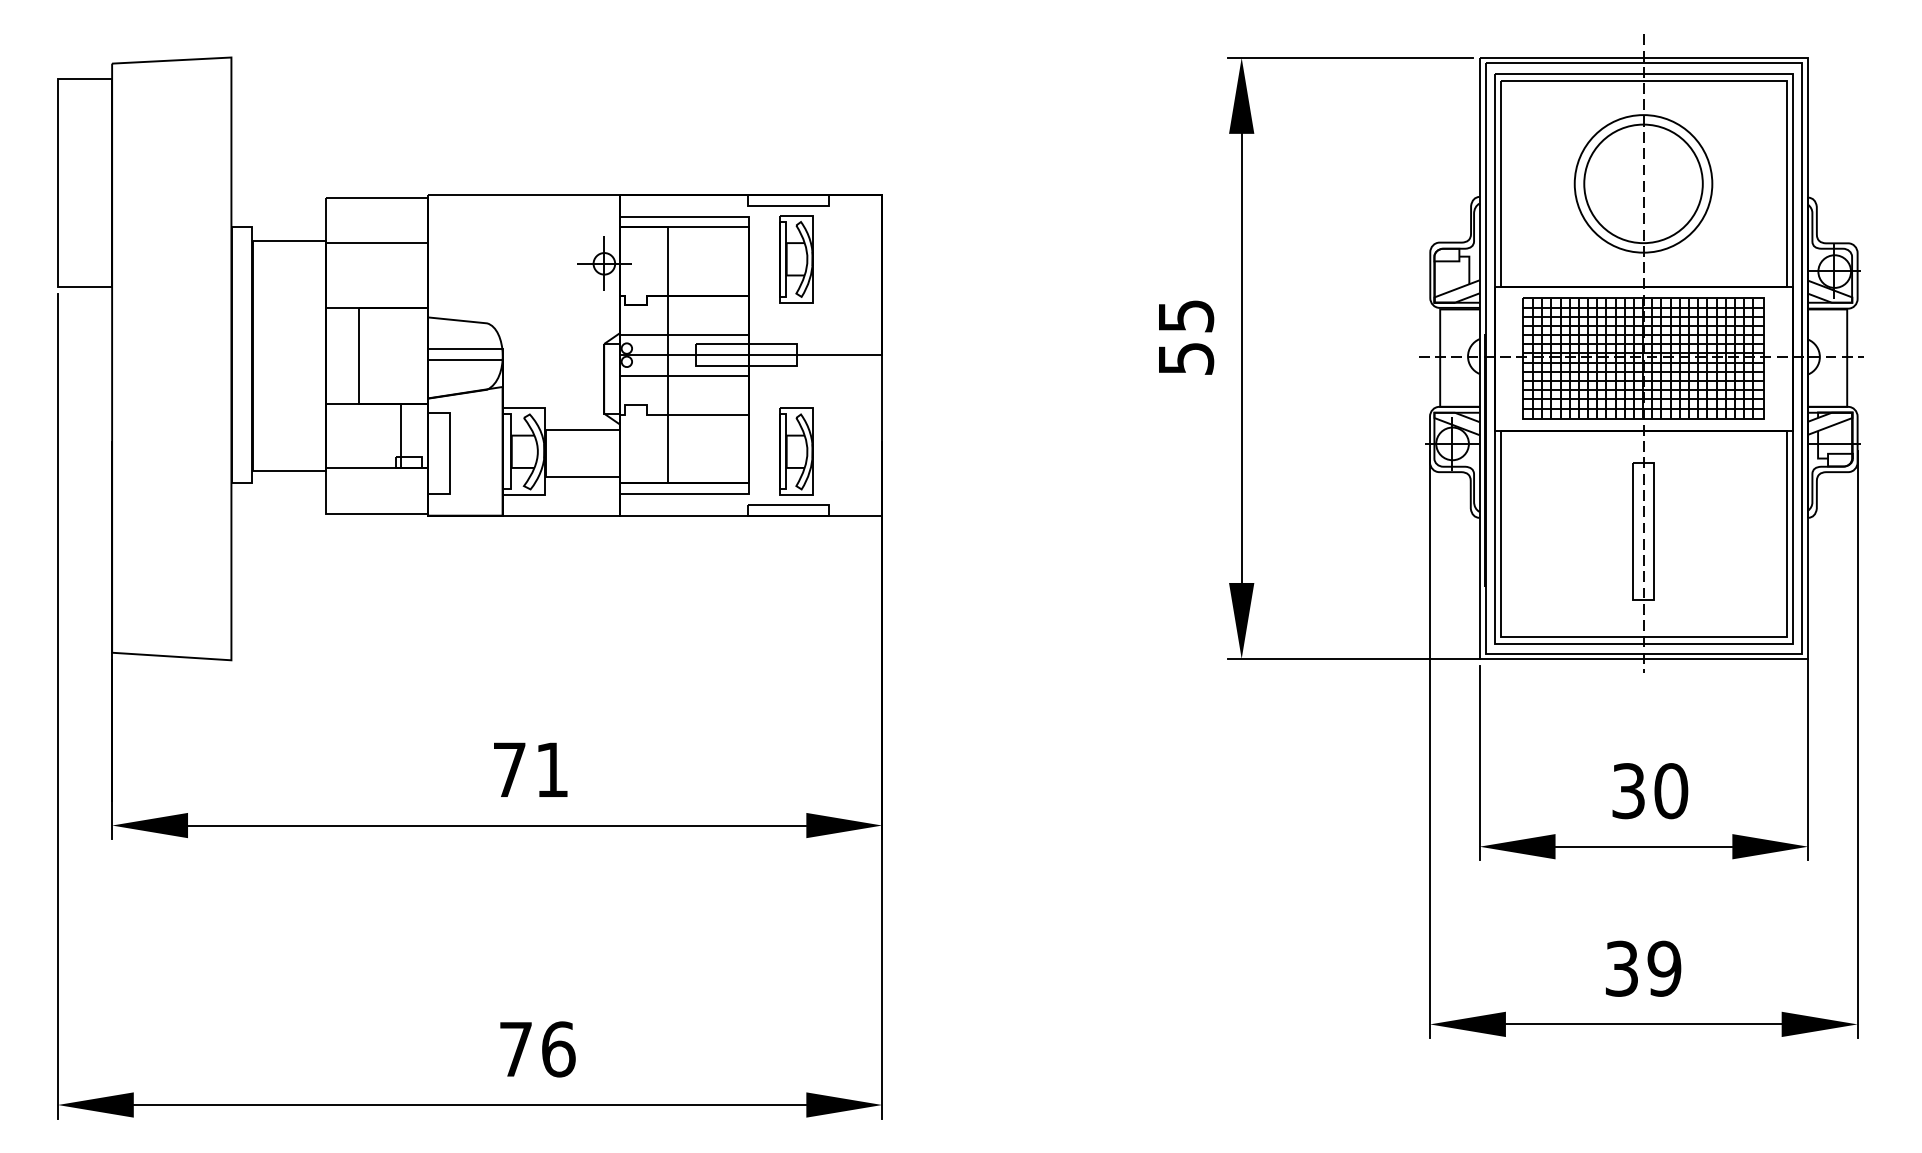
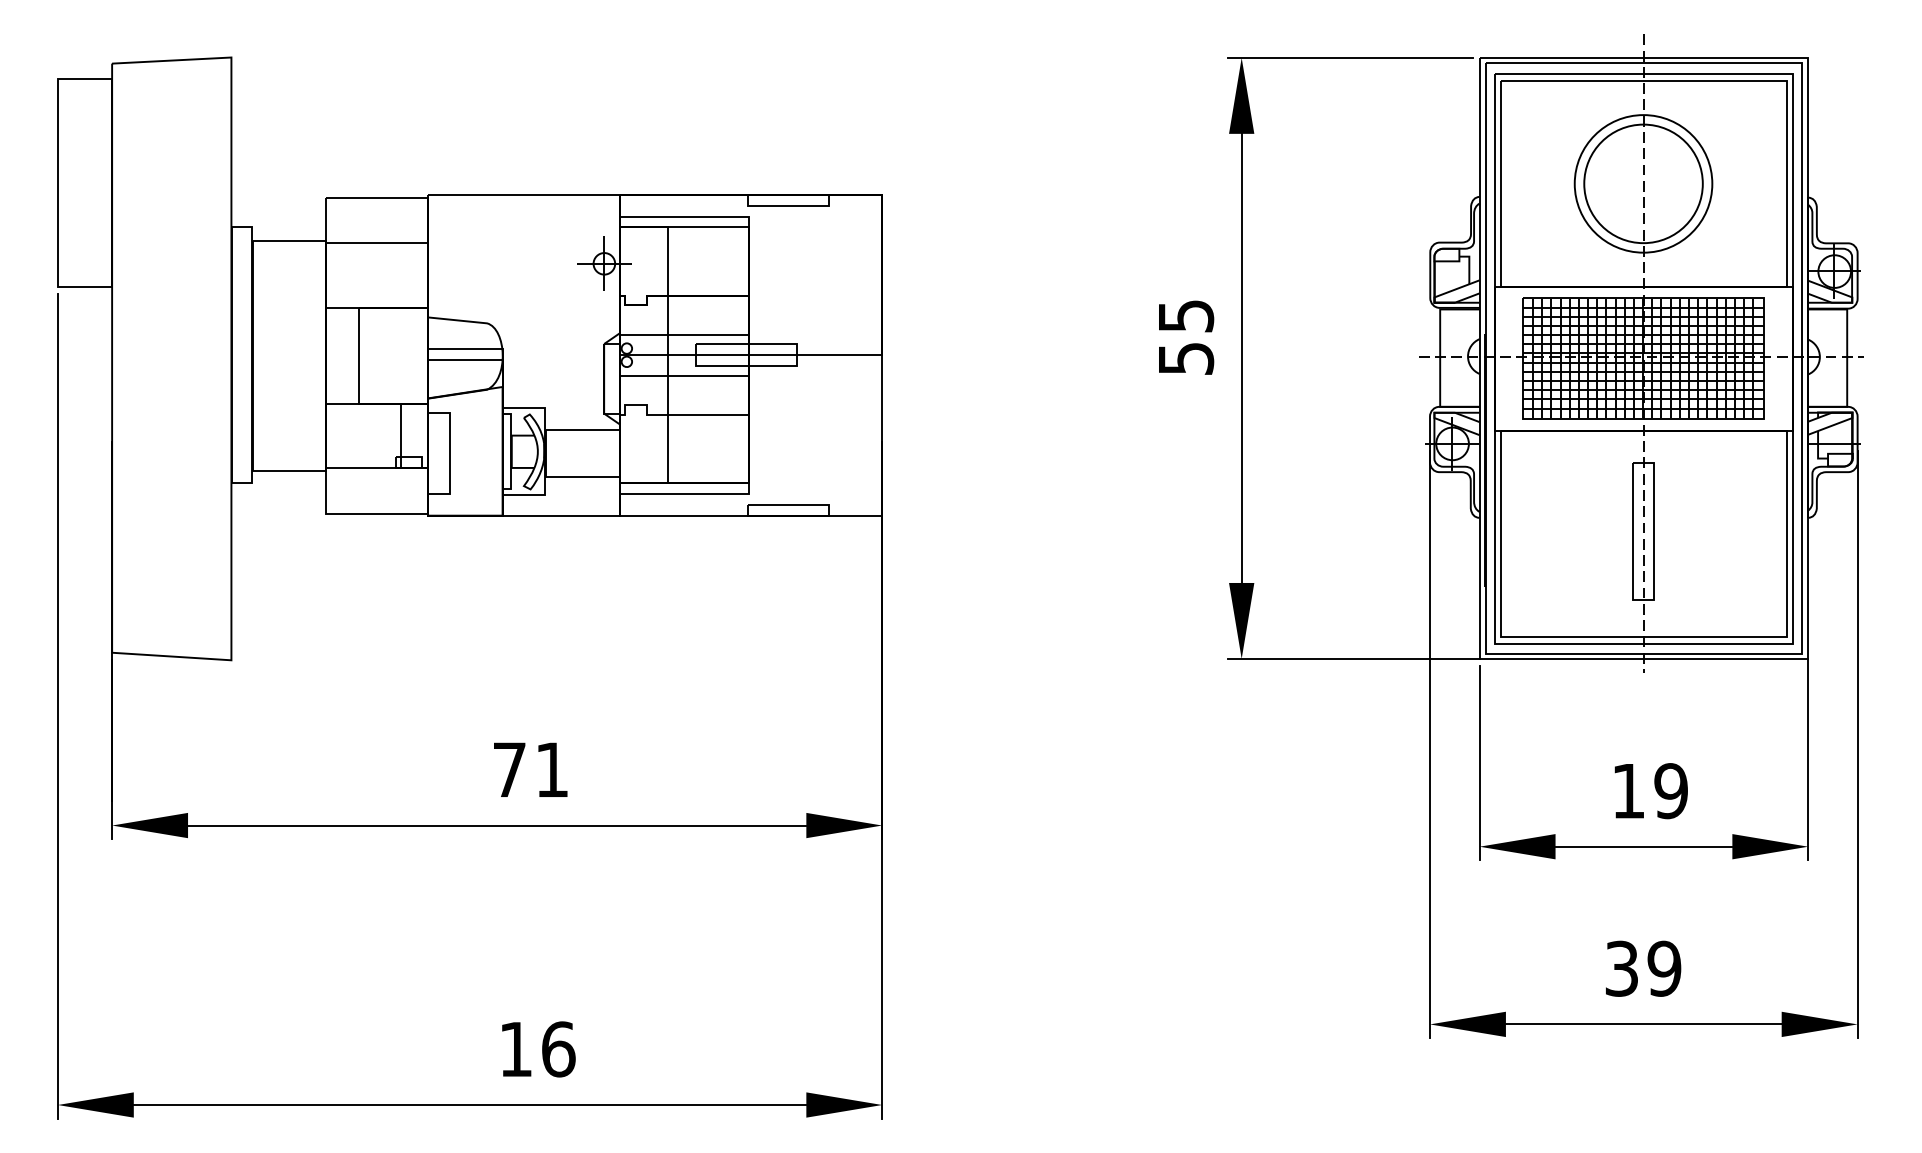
part at (796, 259): present -> none
part at (796, 451): present -> none
text at (1650, 791): 30 -> 19
text at (515, 1049): 76 -> 16
